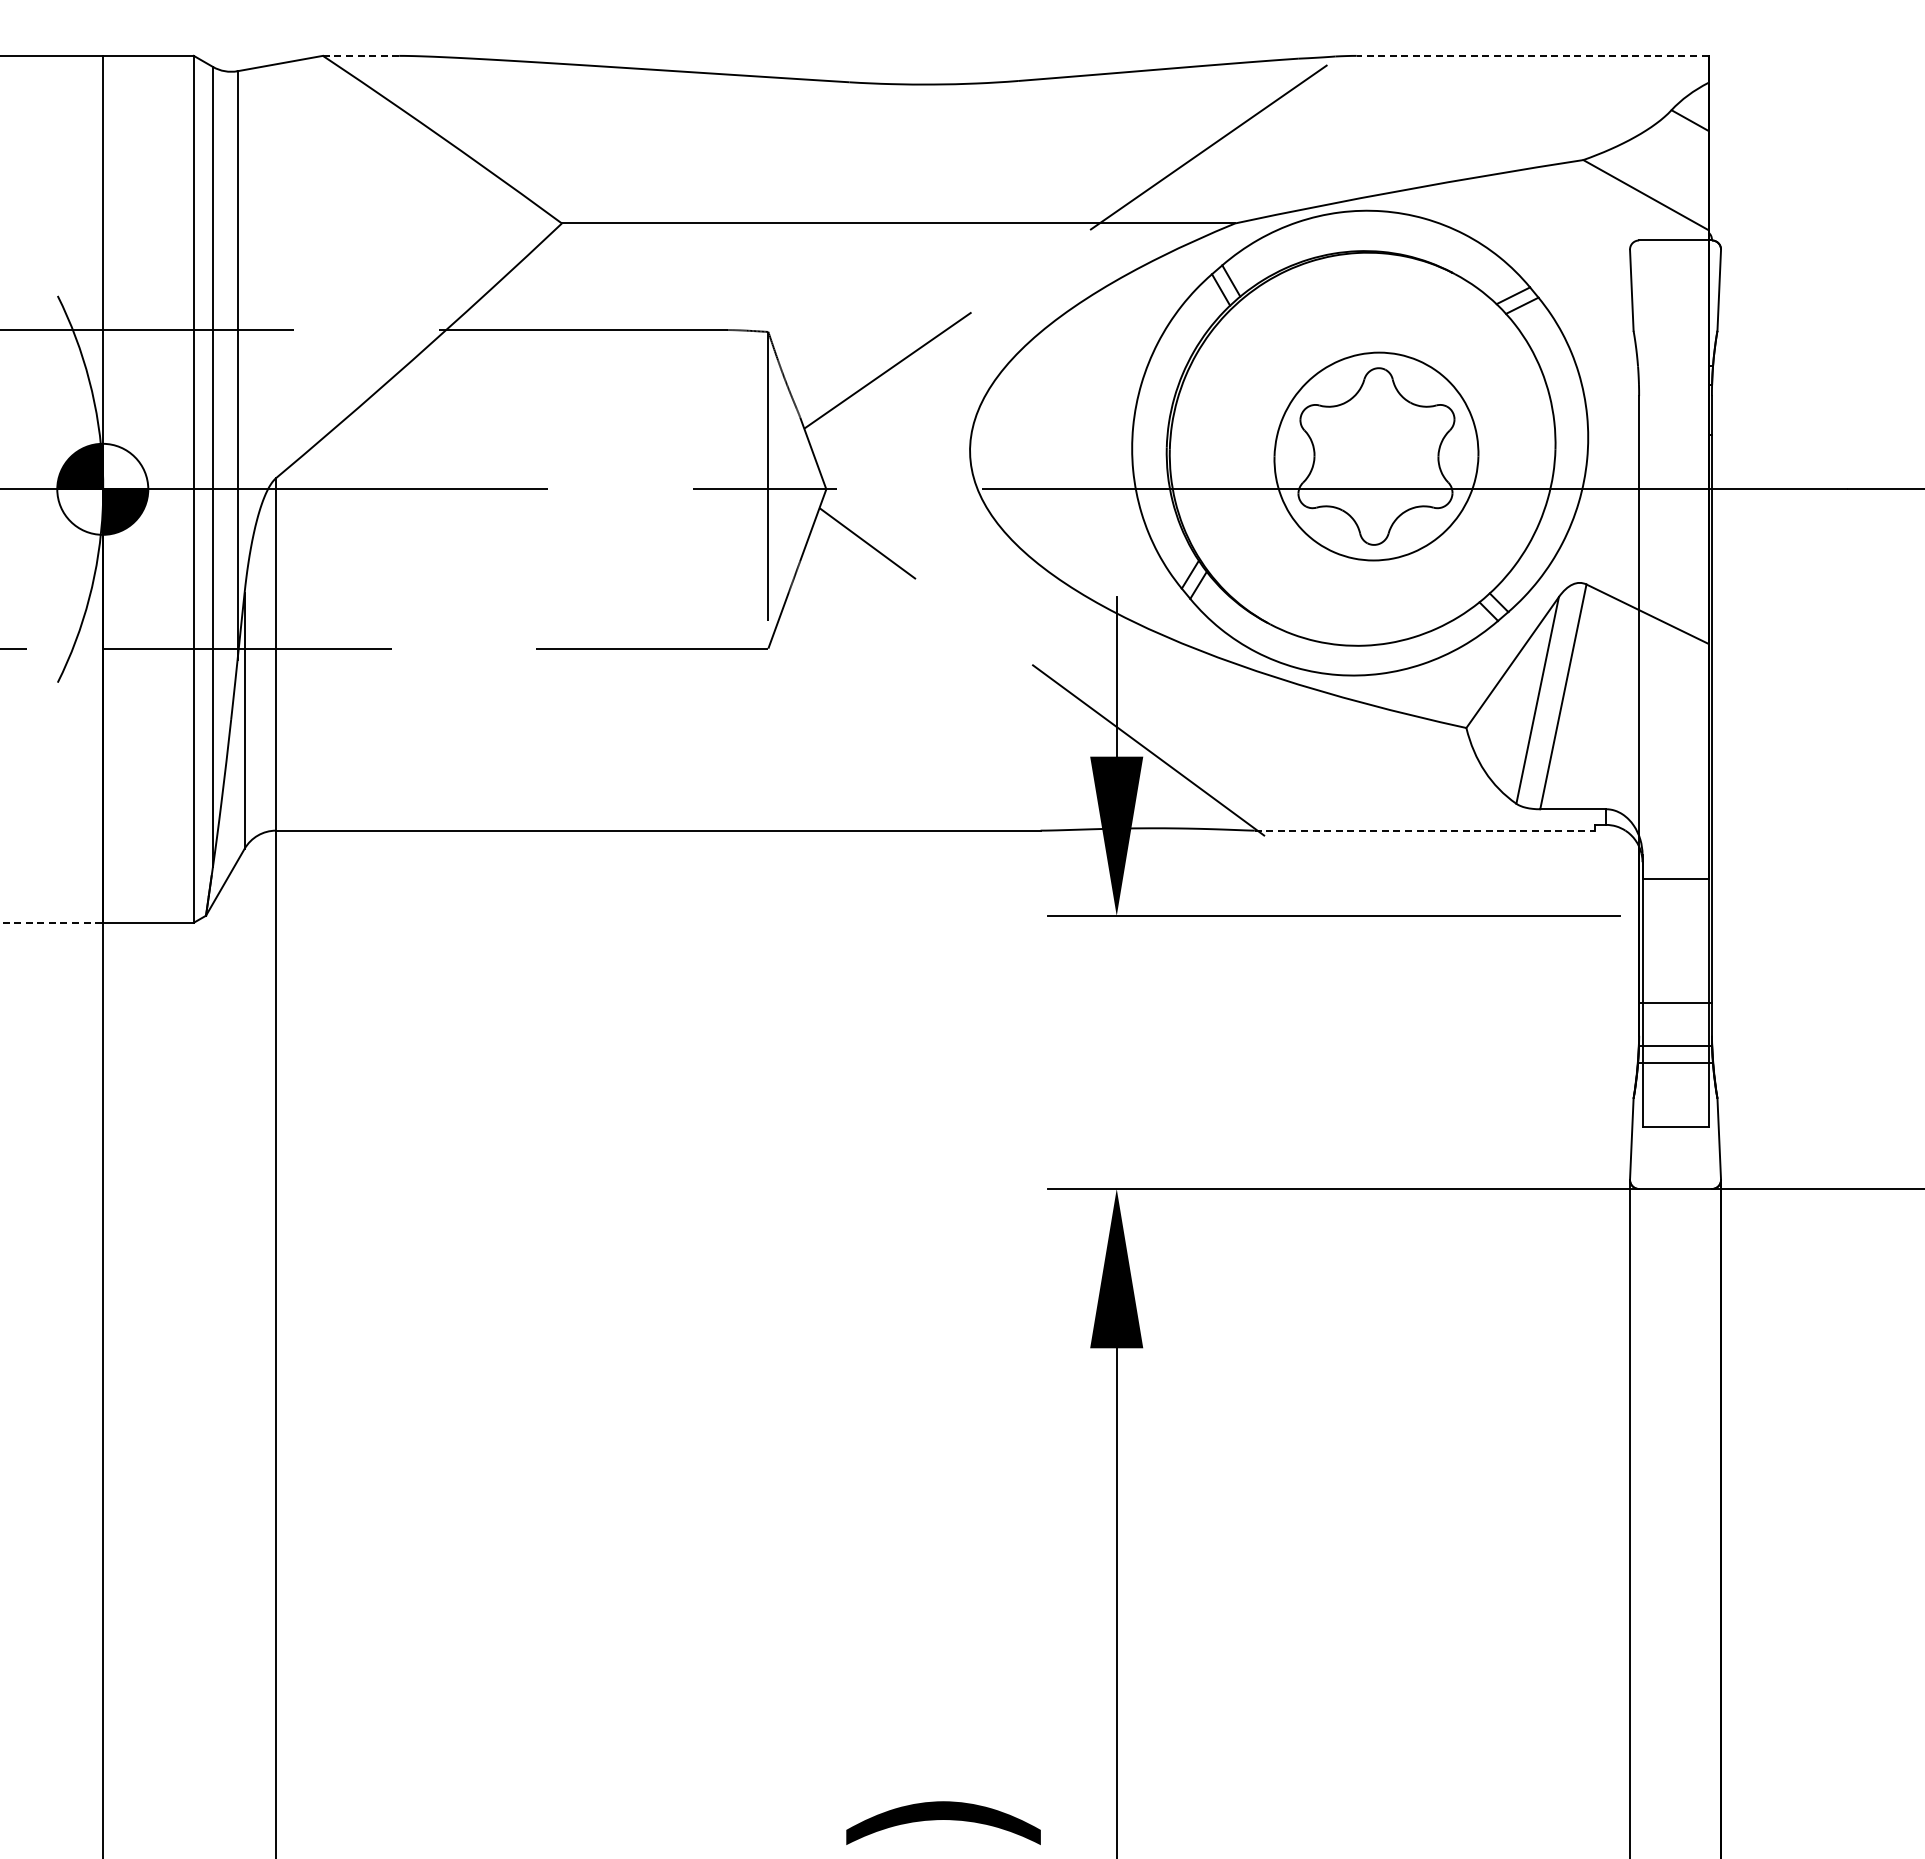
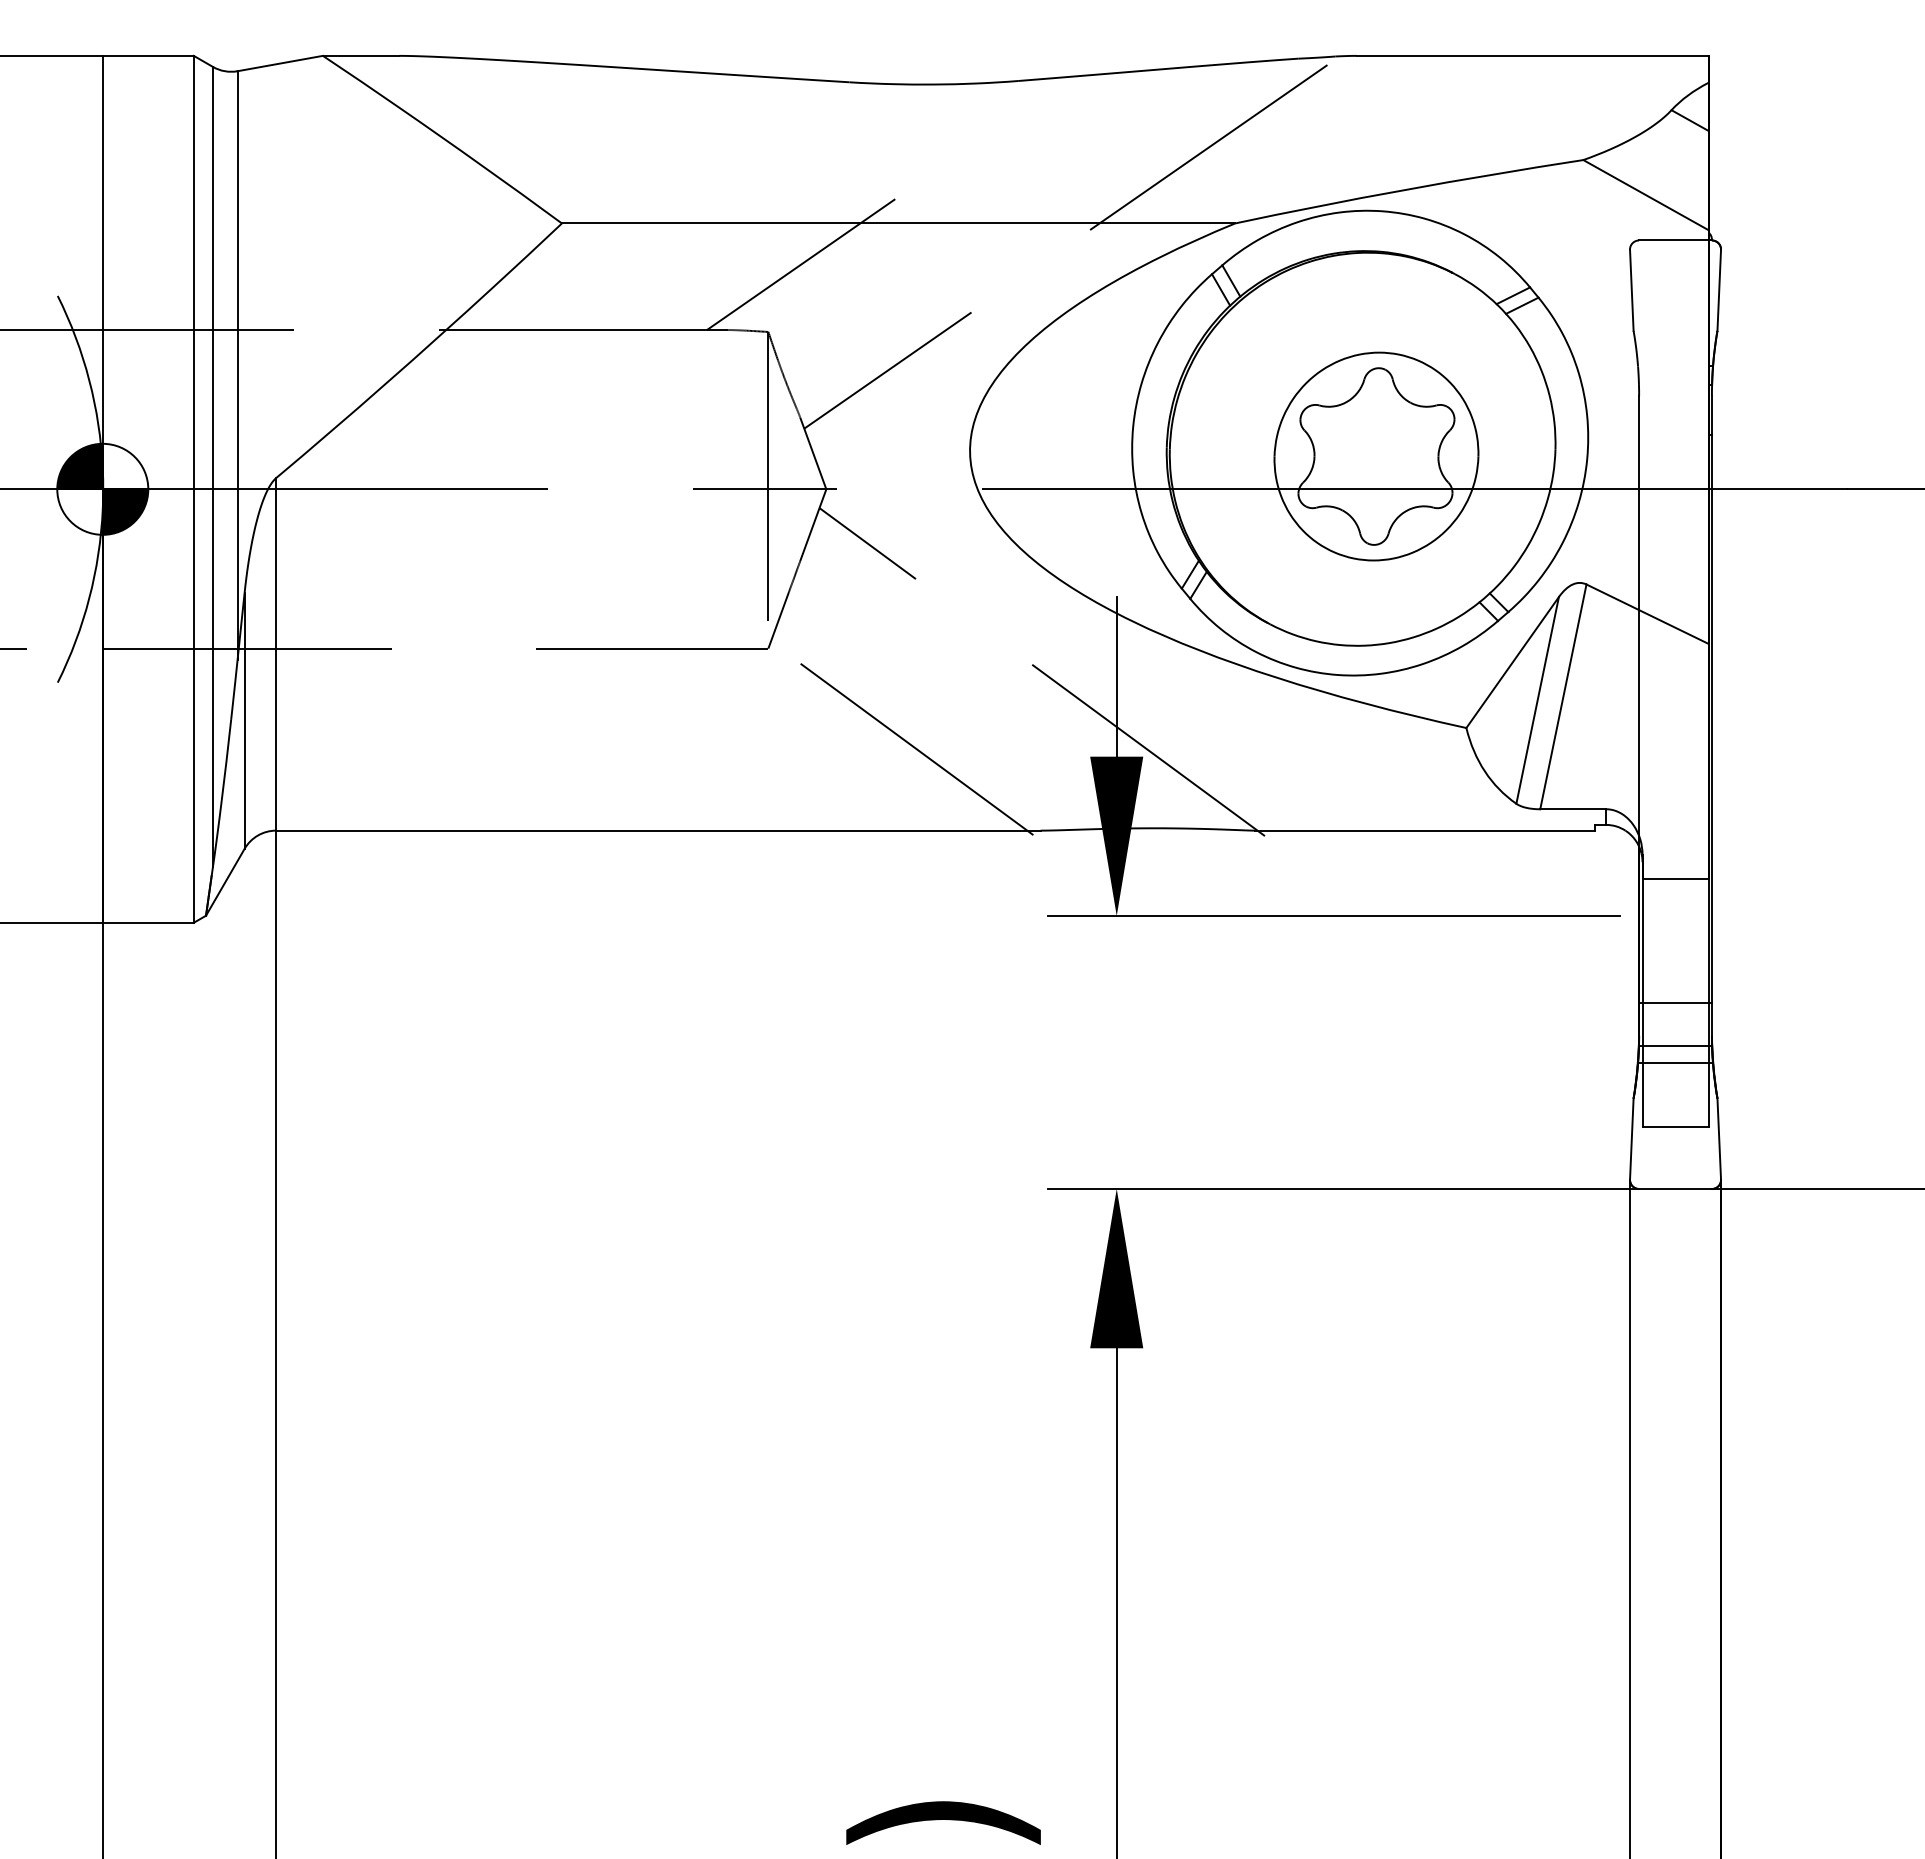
line at (360, 55): dashed -> solid
line at (1532, 55): dashed -> solid
line at (800, 264): none -> present
line at (901, 738): none -> present
line at (1424, 830): dashed -> solid
line at (51, 922): dashed -> solid
